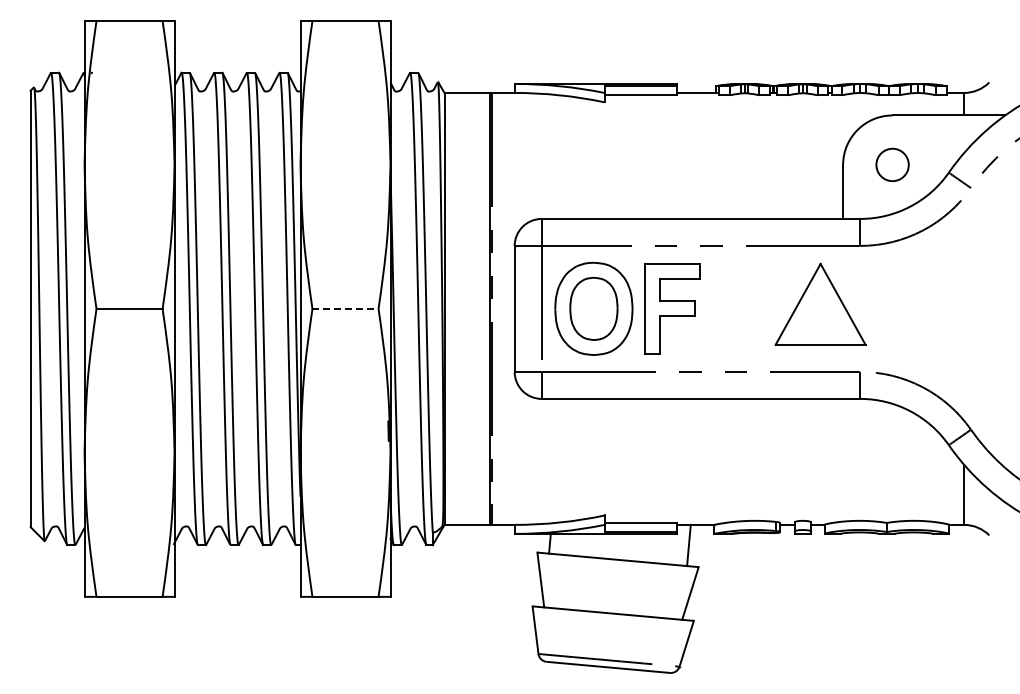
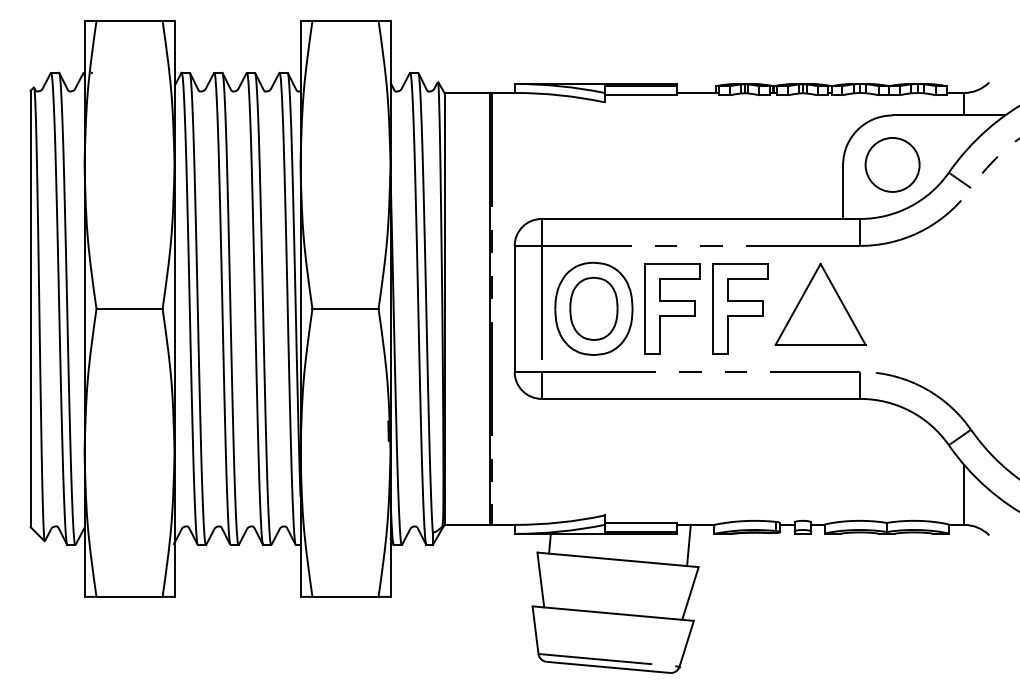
circle at (892, 164) diameter: 32 px -> 54 px
line at (346, 308): dashed -> solid
part at (740, 308): none -> present
